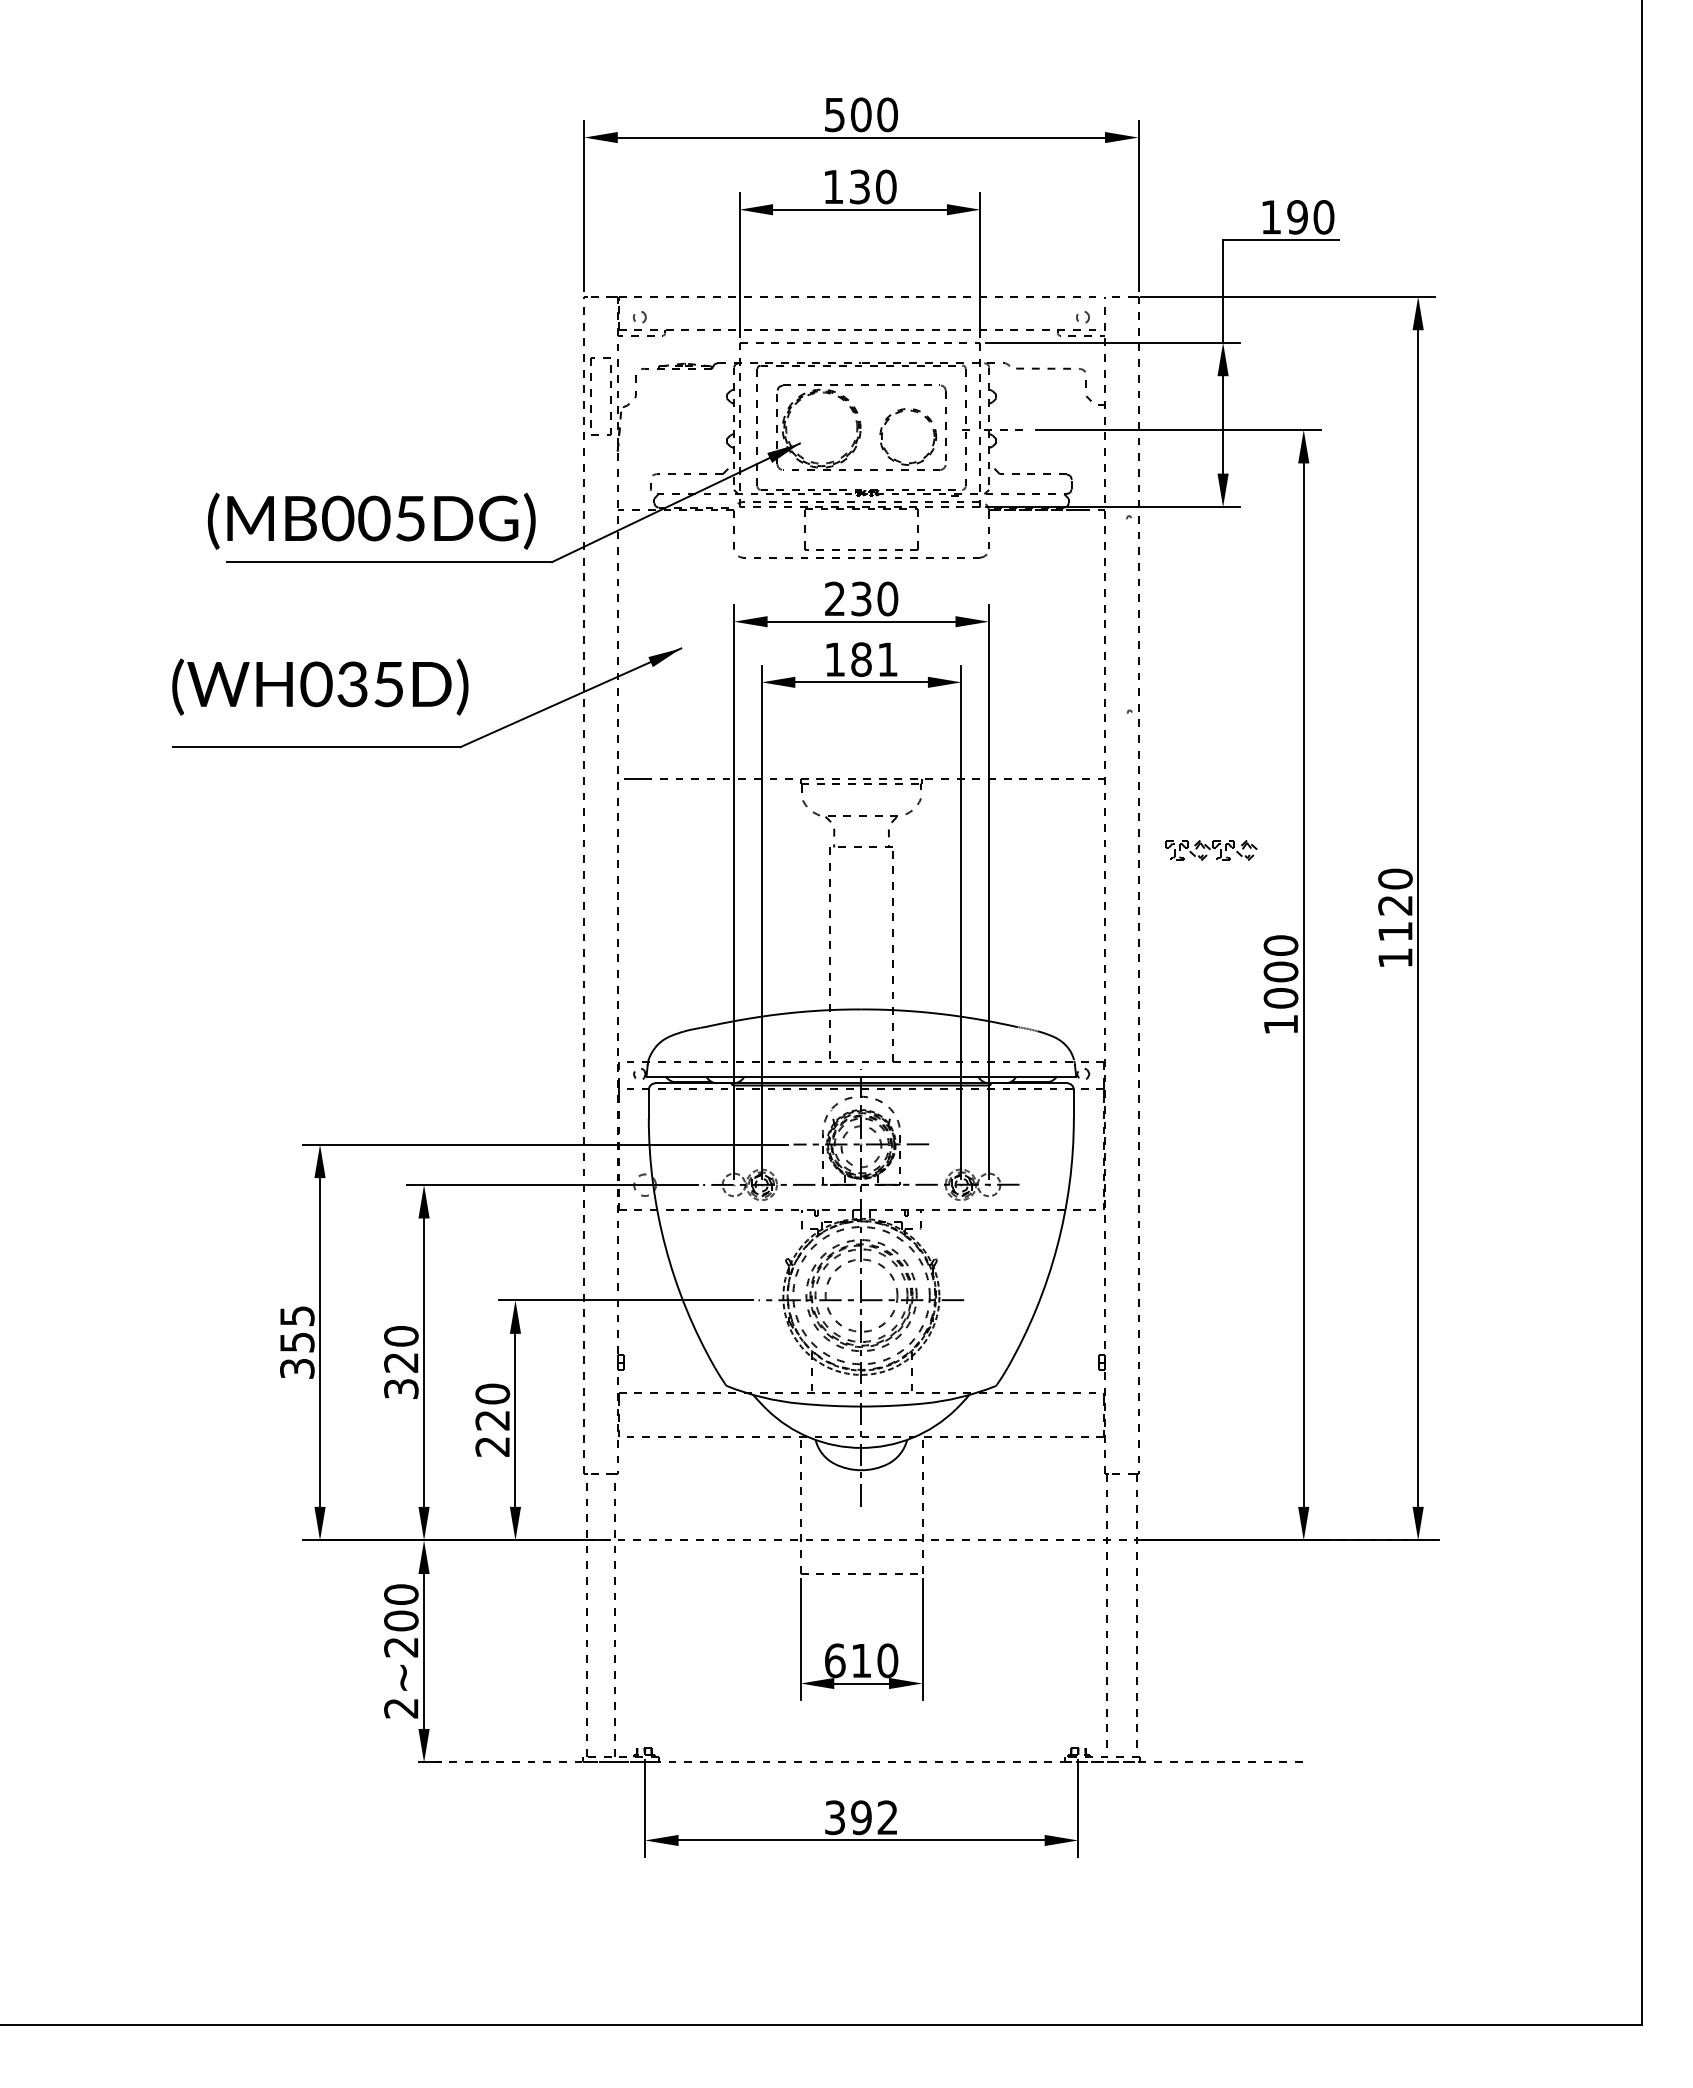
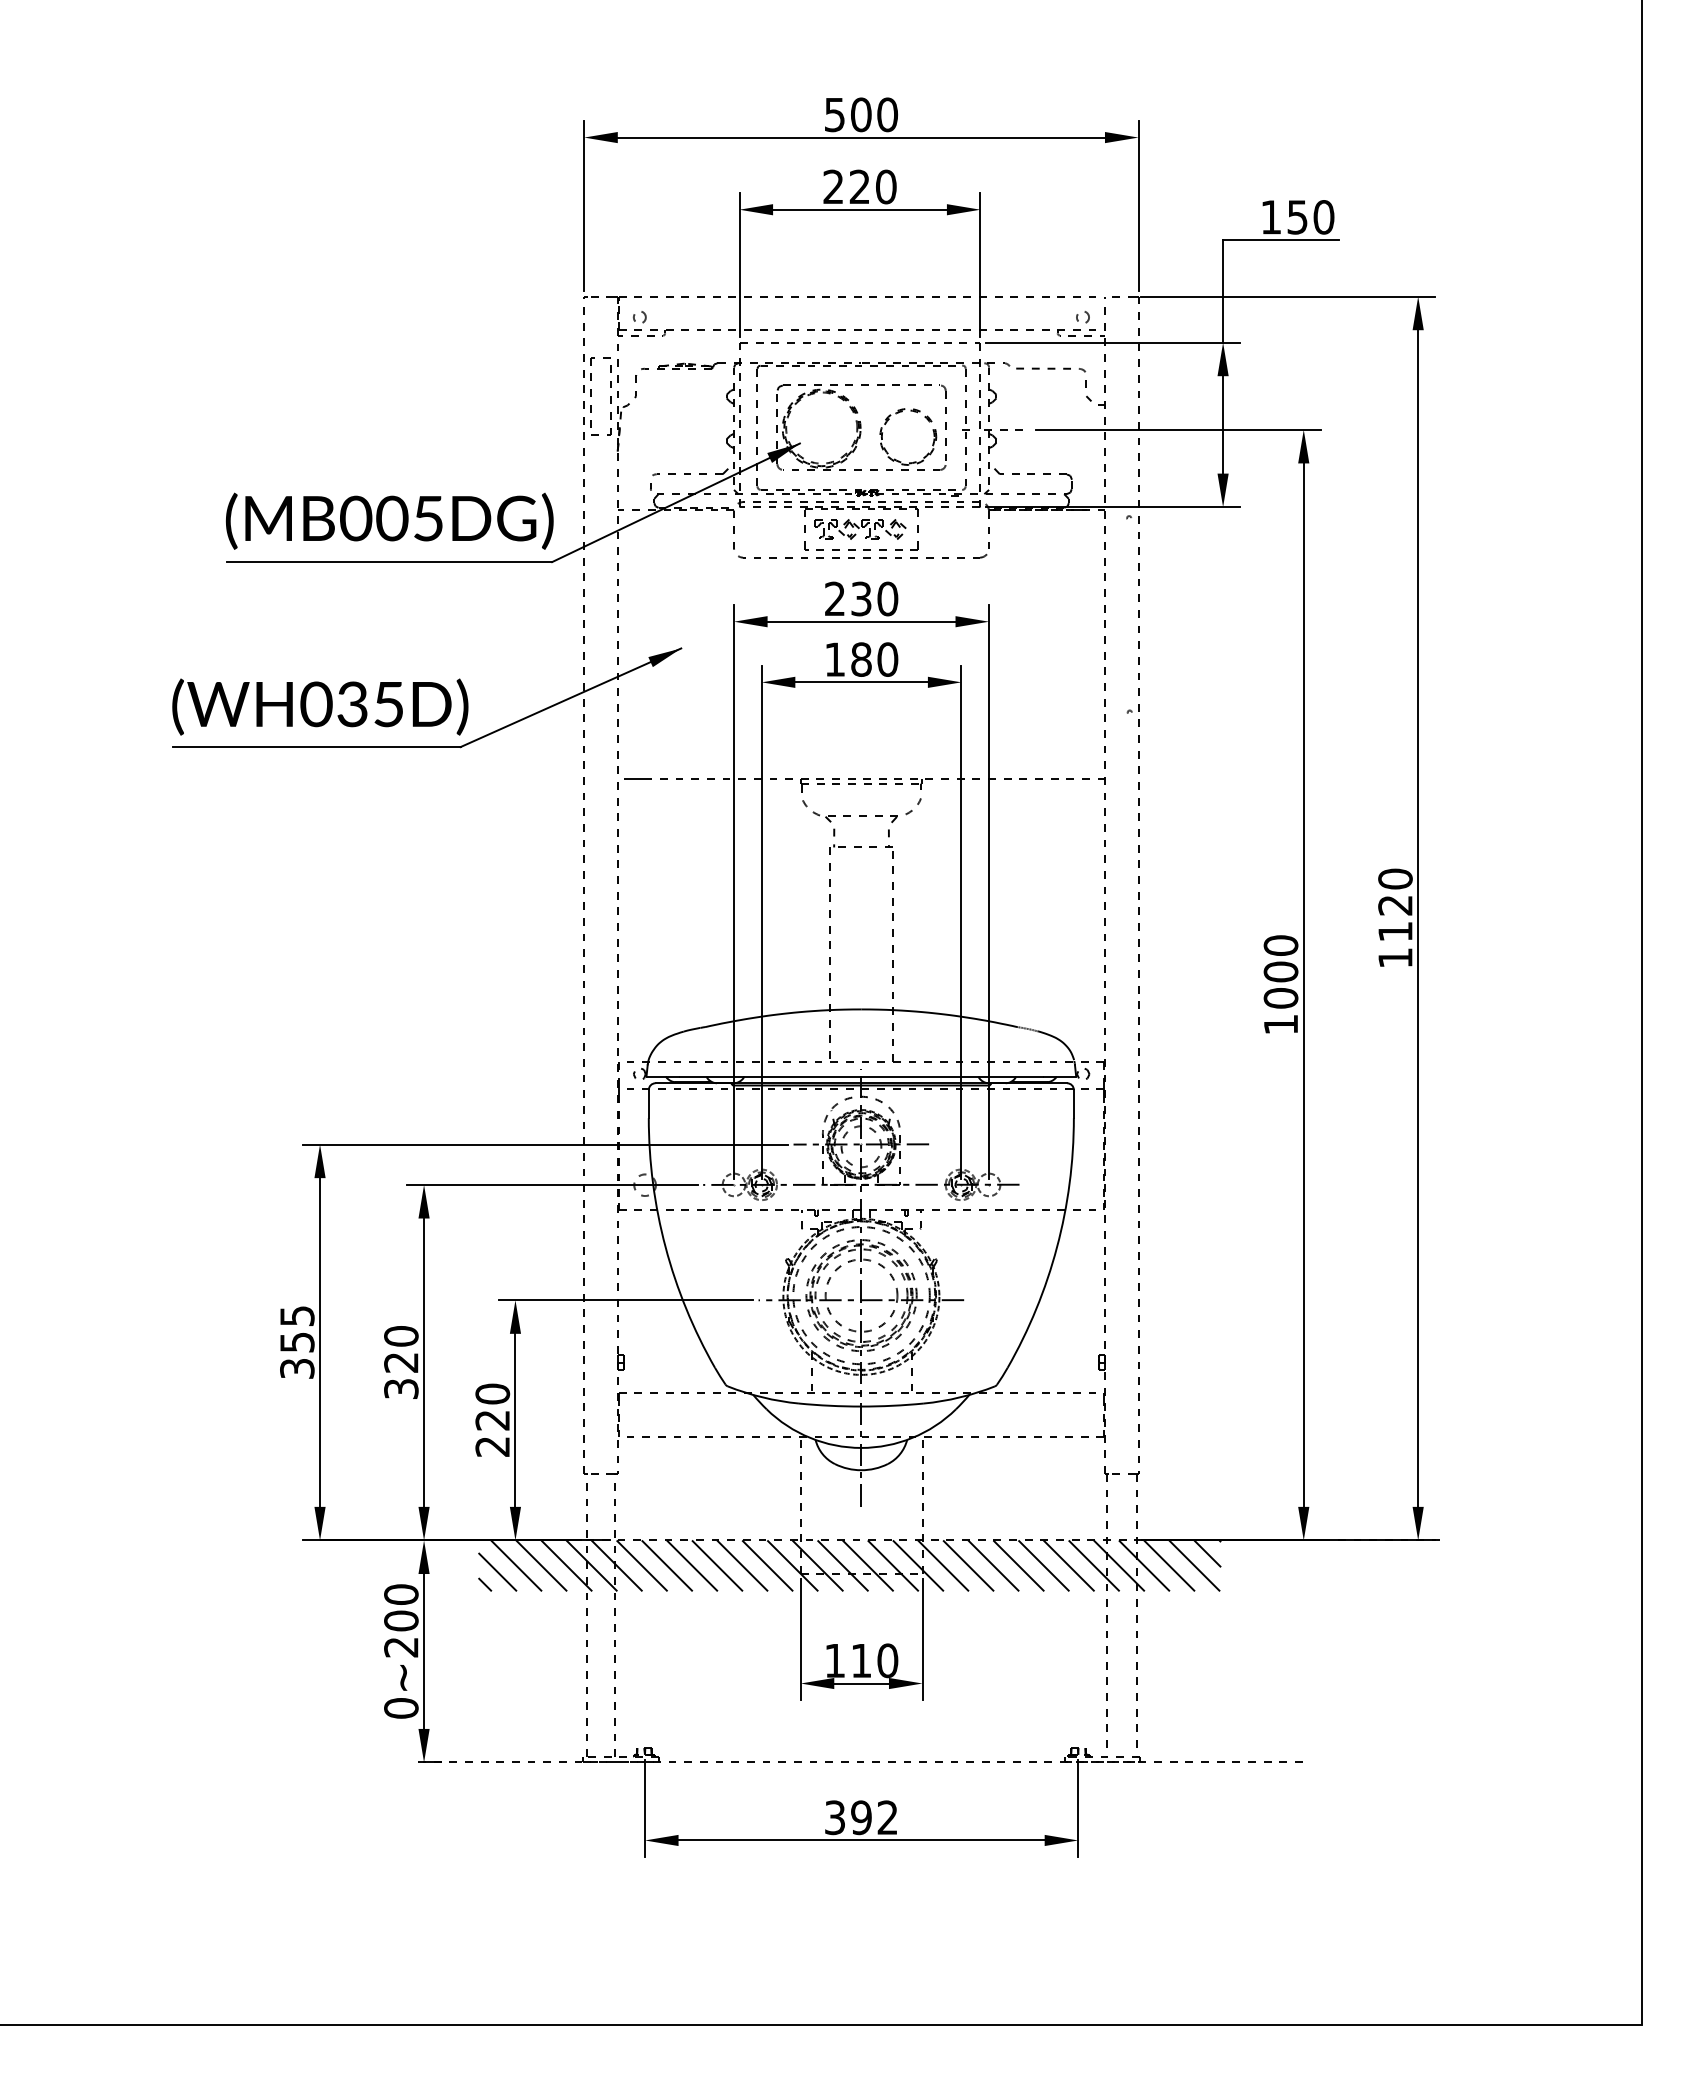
text at (846, 186): 130 -> 220
text at (1297, 217): 190 -> 150
text at (371, 520) position: (371, 520) -> (389, 520)
text at (887, 659): 181 -> 180
text at (320, 686) position: (320, 686) -> (320, 706)
part at (1211, 850) position: (1211, 850) -> (860, 529)
hatch at (849, 1565): none -> present
text at (835, 1660): 610 -> 110
text at (401, 1708): 2~200 -> 0~200
